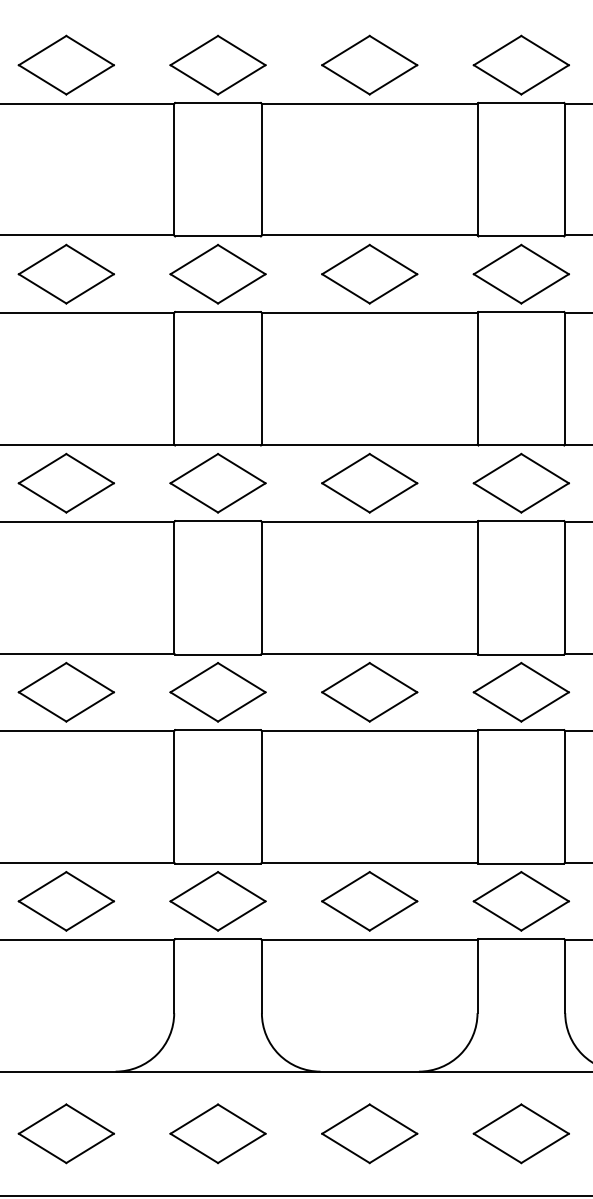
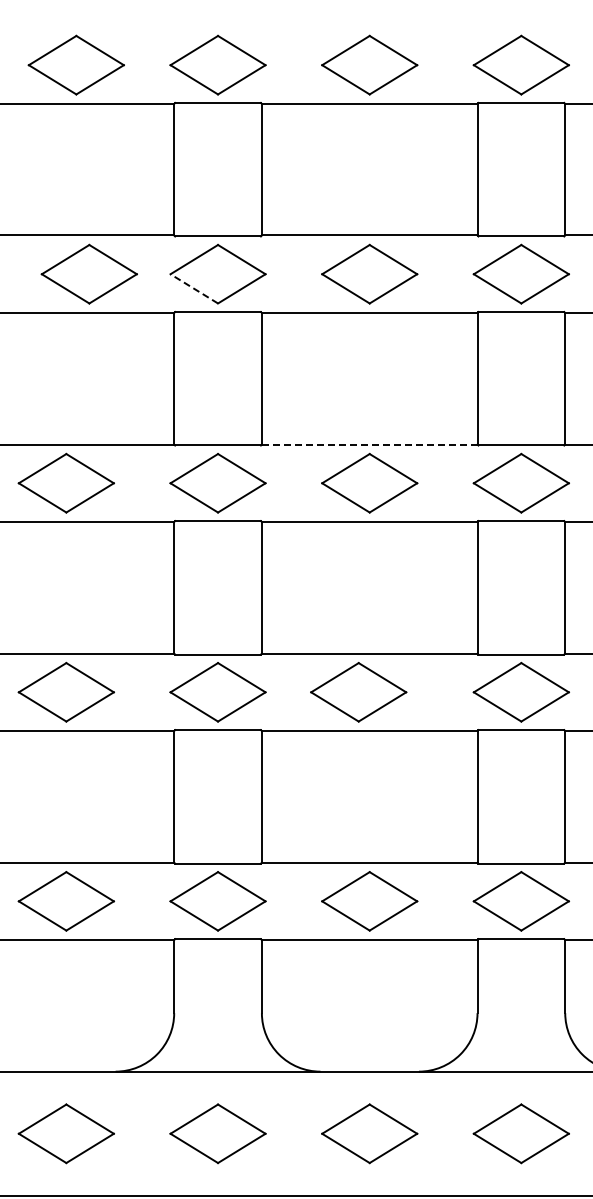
part at (65, 64) position: (65, 64) -> (75, 64)
part at (65, 273) position: (65, 273) -> (88, 273)
line at (194, 288): solid -> dashed
line at (369, 444): solid -> dashed
part at (369, 692) position: (369, 692) -> (358, 692)
